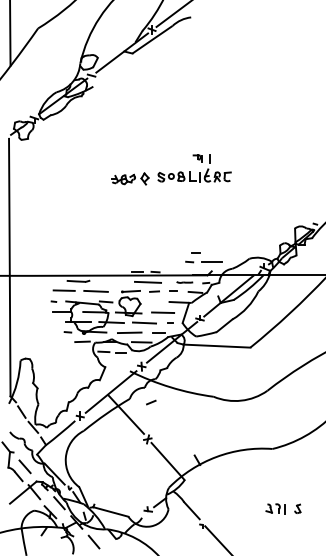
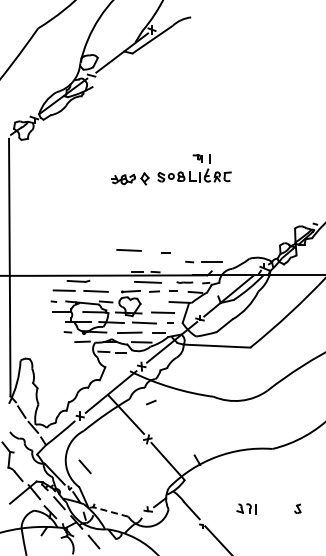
line at (172, 14): present -> none
line at (10, 33): present -> none
line at (128, 250): none -> present
line at (195, 252) position: (195, 252) -> (165, 252)
line at (24, 466) position: (24, 466) -> (84, 466)
part at (275, 508) position: (275, 508) -> (246, 508)
line at (110, 511): solid -> dashed
